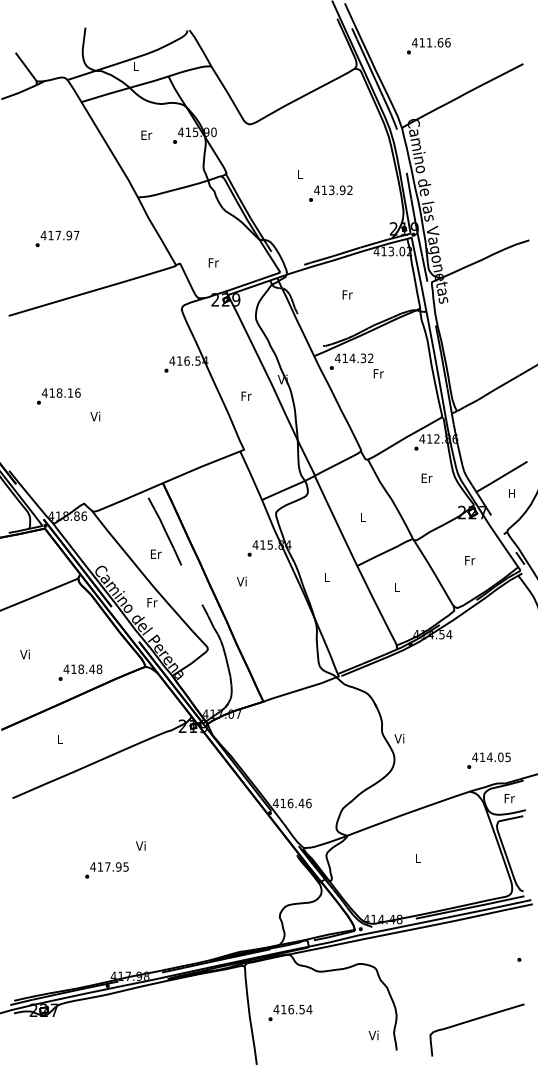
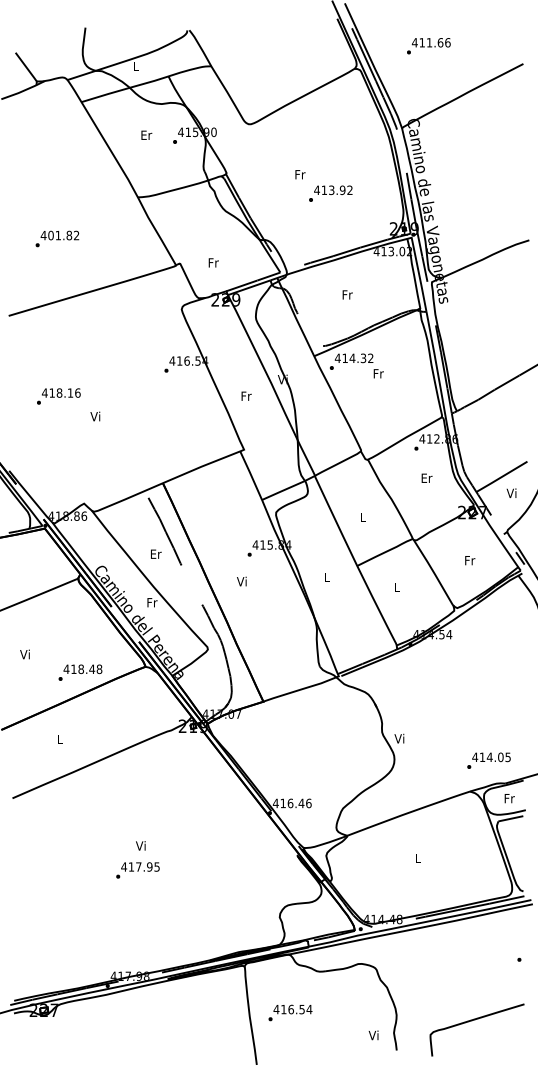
text at (300, 174): L -> Fr
text at (63, 235): 417.97 -> 401.82
text at (511, 493): H -> Vi
text at (106, 870) position: (106, 870) -> (137, 870)
